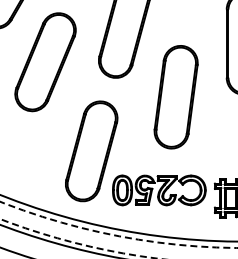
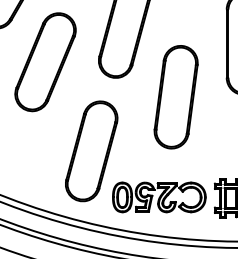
part at (159, 190) position: (159, 190) -> (159, 197)
arc at (118, 236): dashed -> solid
circle at (79, 238): dashed -> solid
